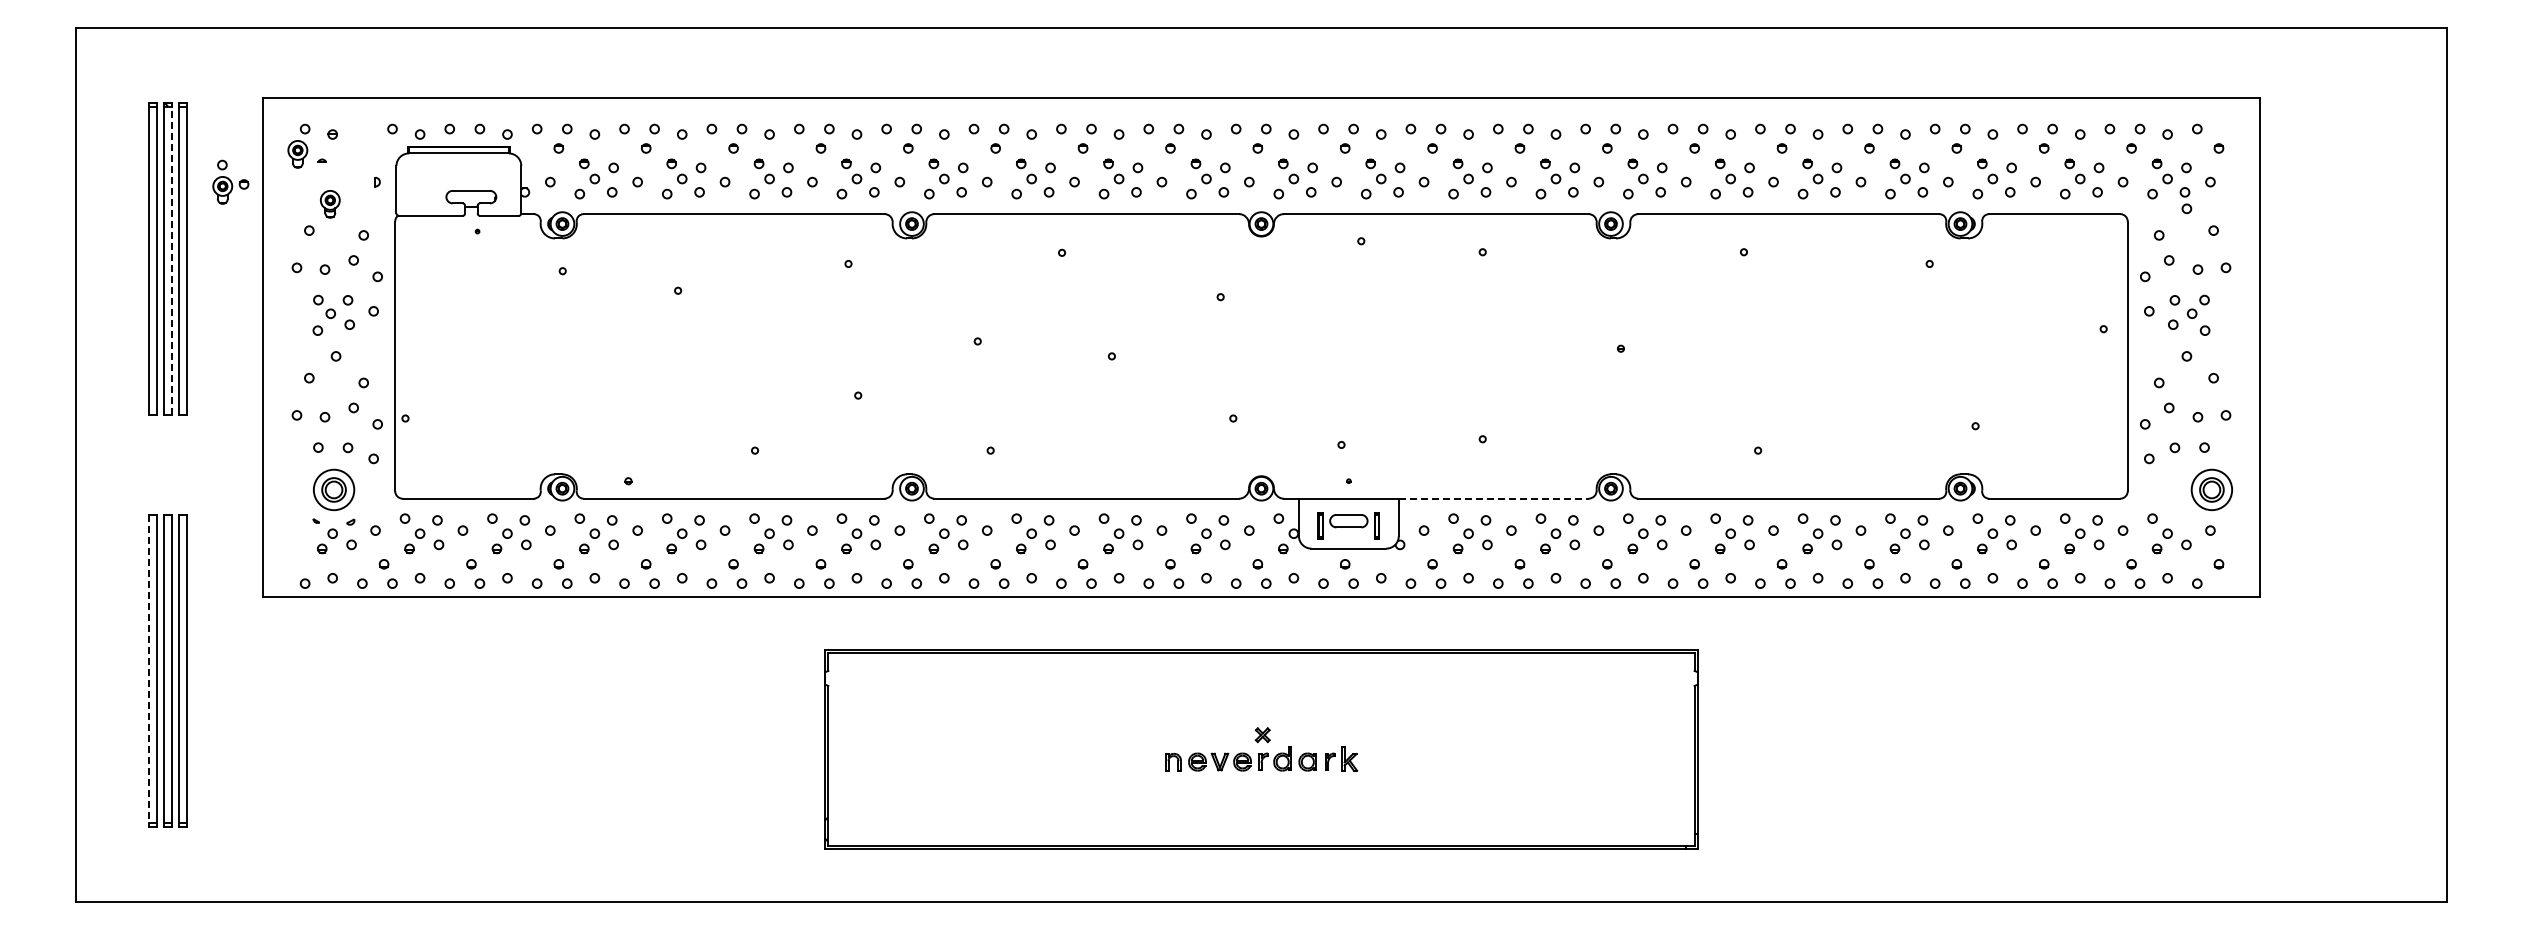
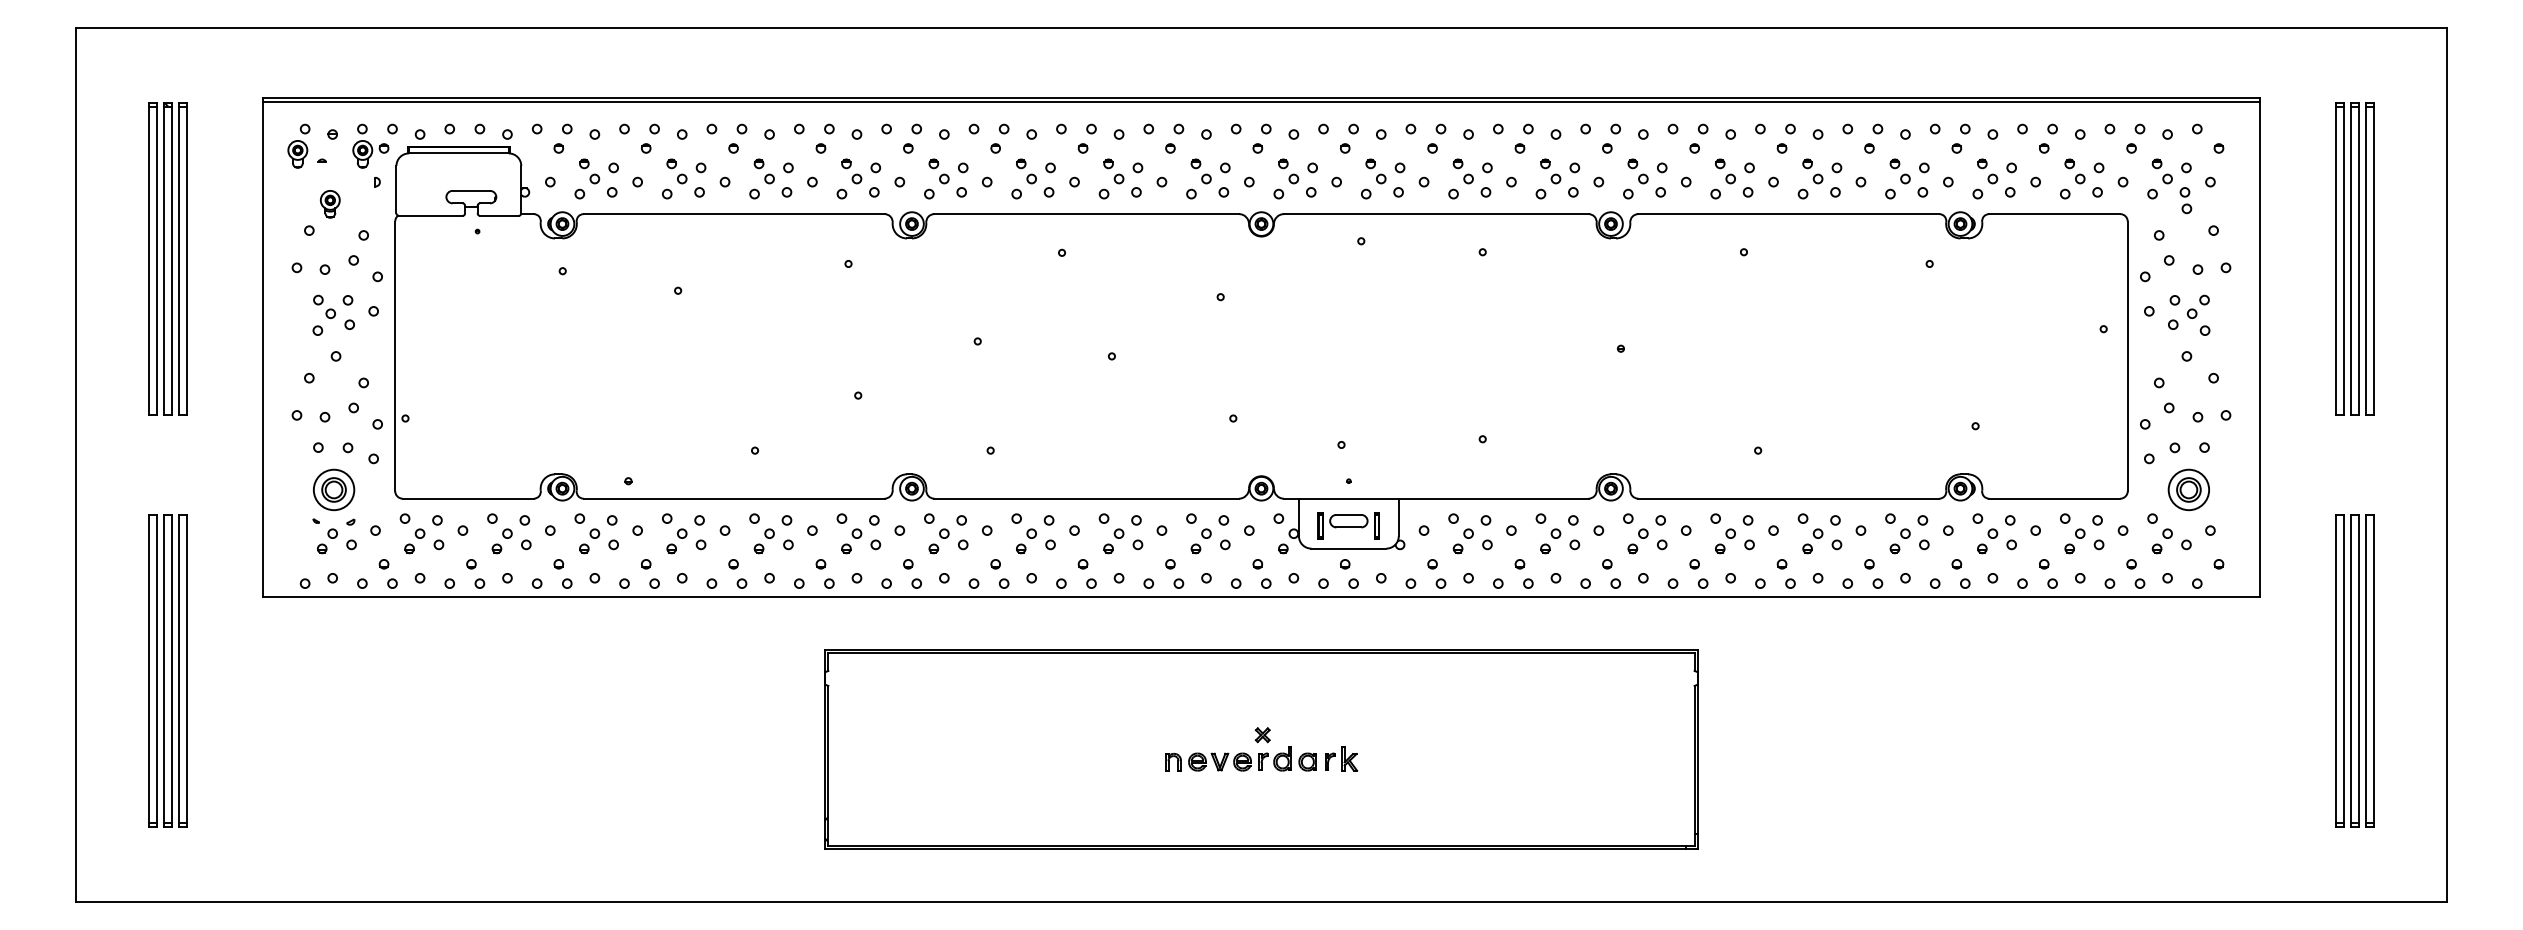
line at (1261, 101): none -> present
part at (230, 181) position: (230, 181) -> (370, 145)
line at (171, 258): dashed -> solid
part at (2354, 258): none -> present
part at (2211, 489) position: (2211, 489) -> (2188, 489)
line at (1493, 498): dashed -> solid
part at (2354, 670): none -> present
line at (149, 671): dashed -> solid
